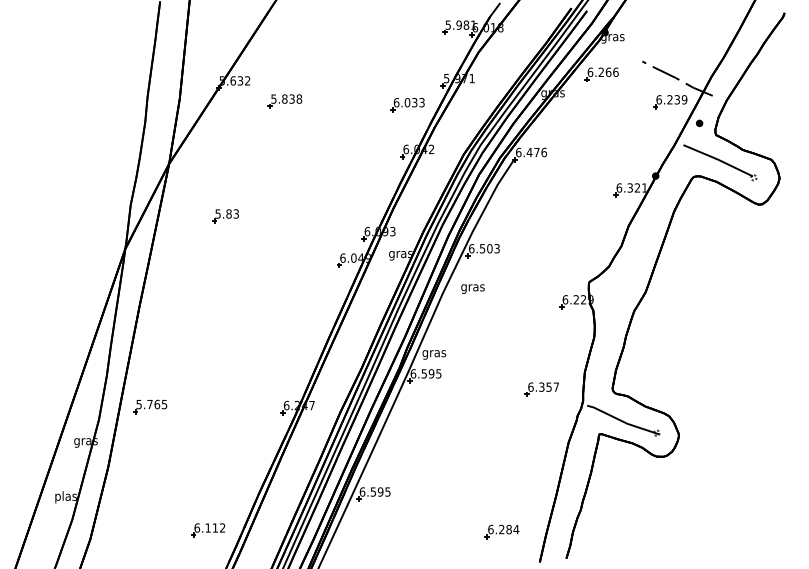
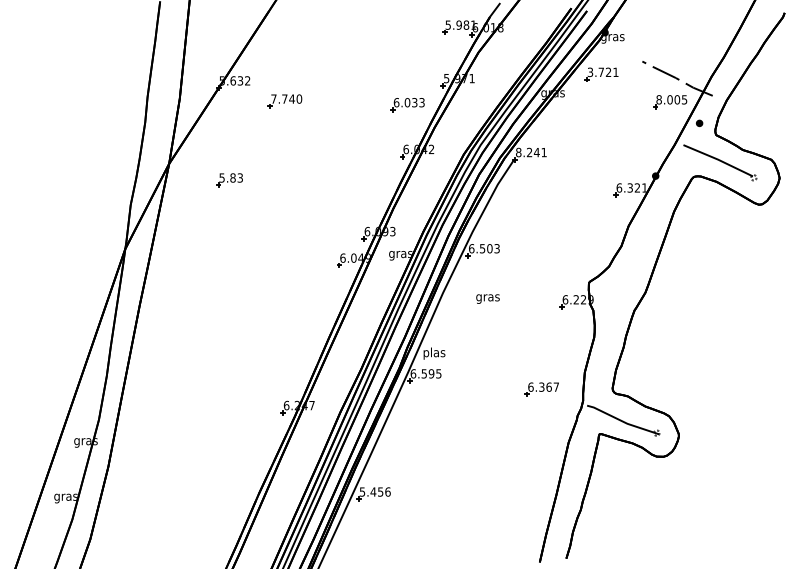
text at (602, 72): 6.266 -> 3.721
text at (286, 98): 5.838 -> 7.740
text at (671, 99): 6.239 -> 8.005
text at (531, 152): 6.476 -> 8.241
part at (225, 216) position: (225, 216) -> (229, 180)
text at (472, 288) position: (472, 288) -> (487, 298)
text at (434, 353): gras -> plas
text at (548, 386): 6.357 -> 6.367
part at (150, 406): present -> none
text at (374, 491): 6.595 -> 5.456
text at (65, 497): plas -> gras
part at (208, 530): present -> none
part at (501, 531): present -> none
